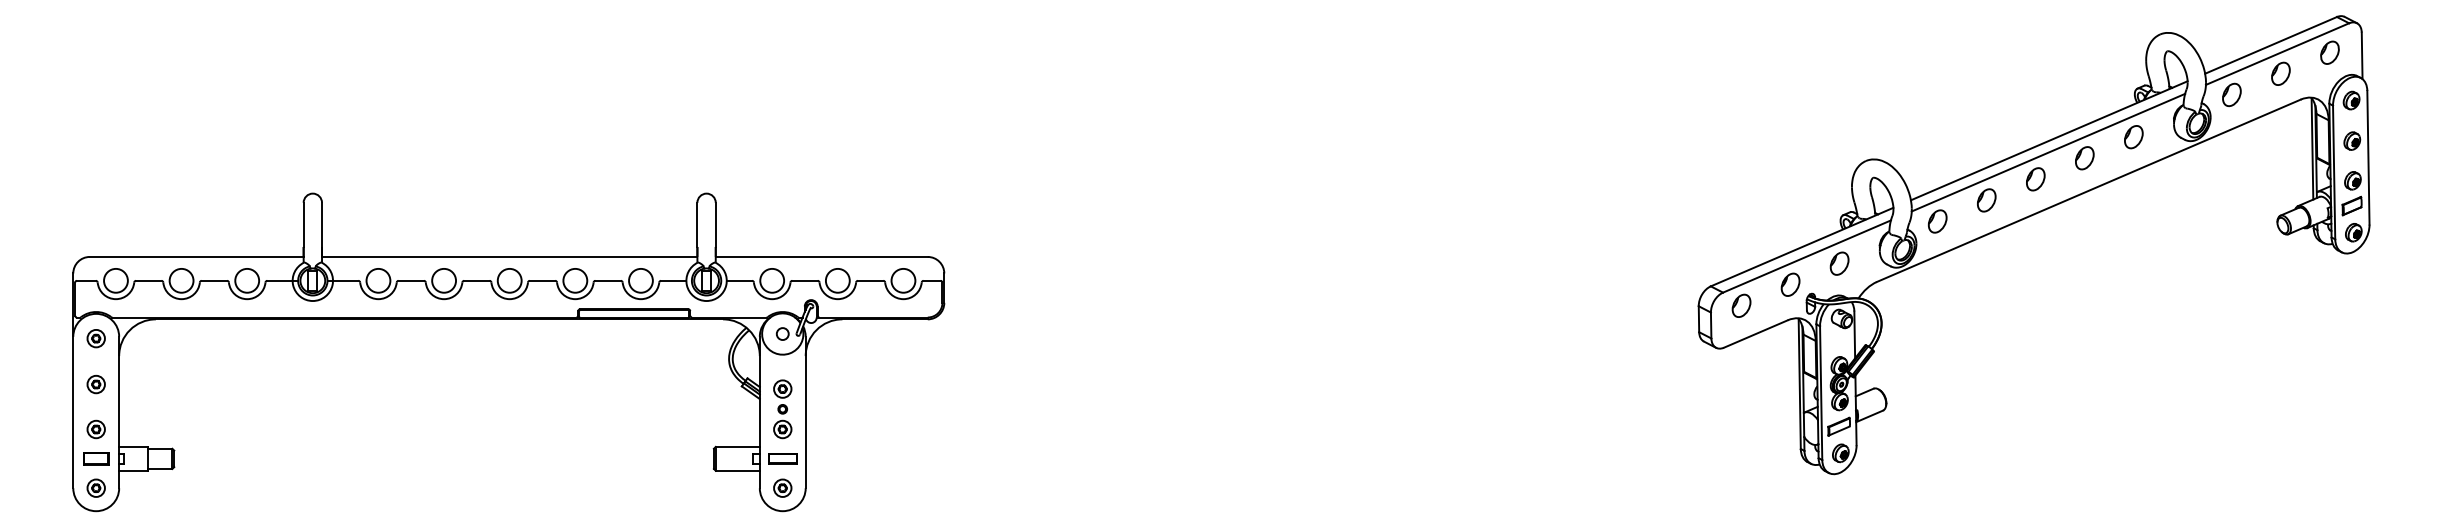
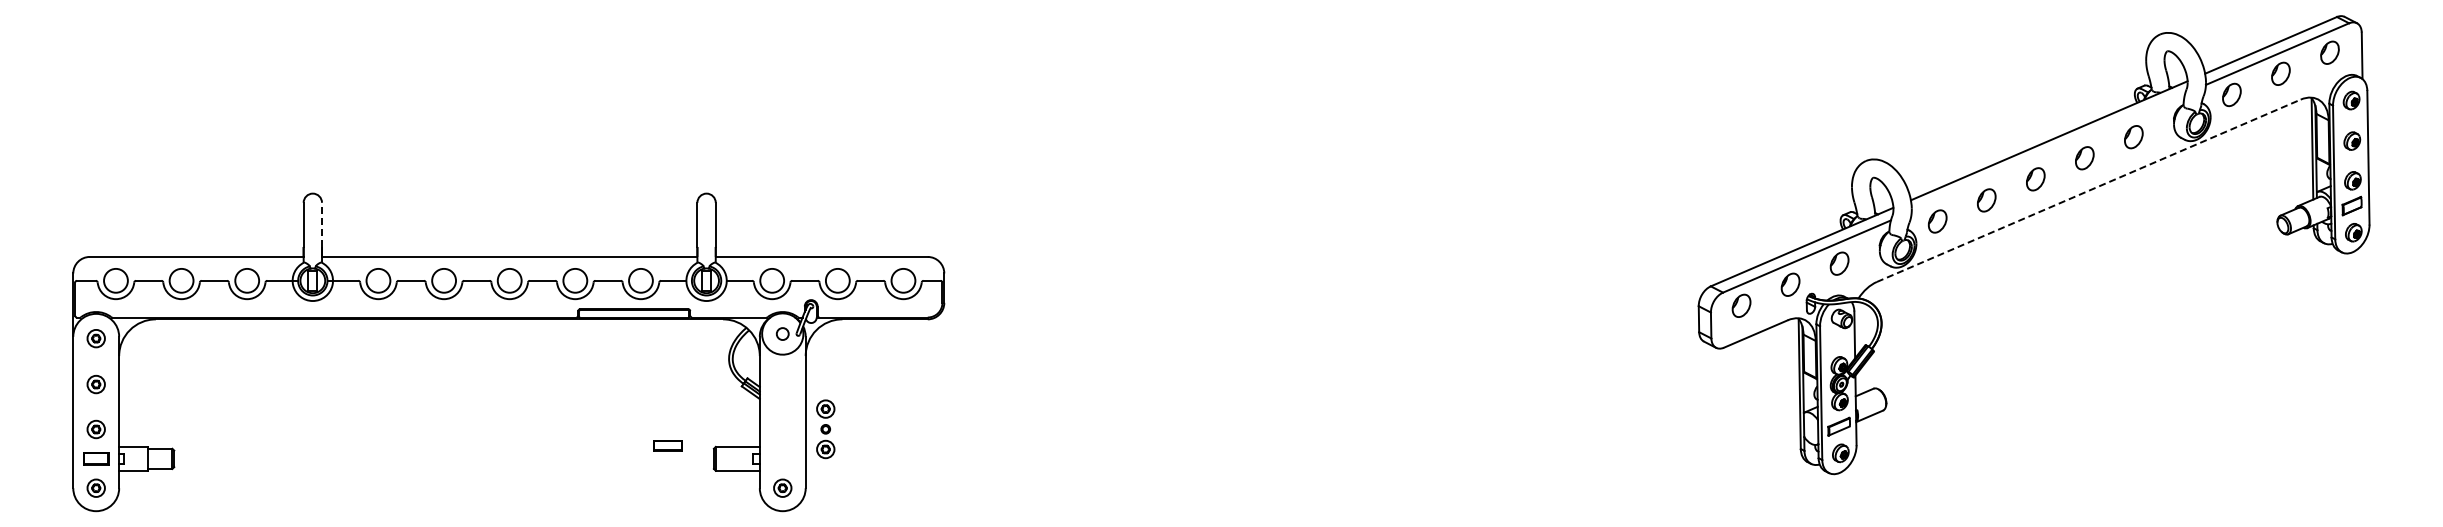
line at (2048, 152): present -> none
line at (2088, 190): solid -> dashed
line at (322, 224): solid -> dashed
part at (782, 409) position: (782, 409) -> (825, 429)
part at (782, 458) position: (782, 458) -> (667, 445)
